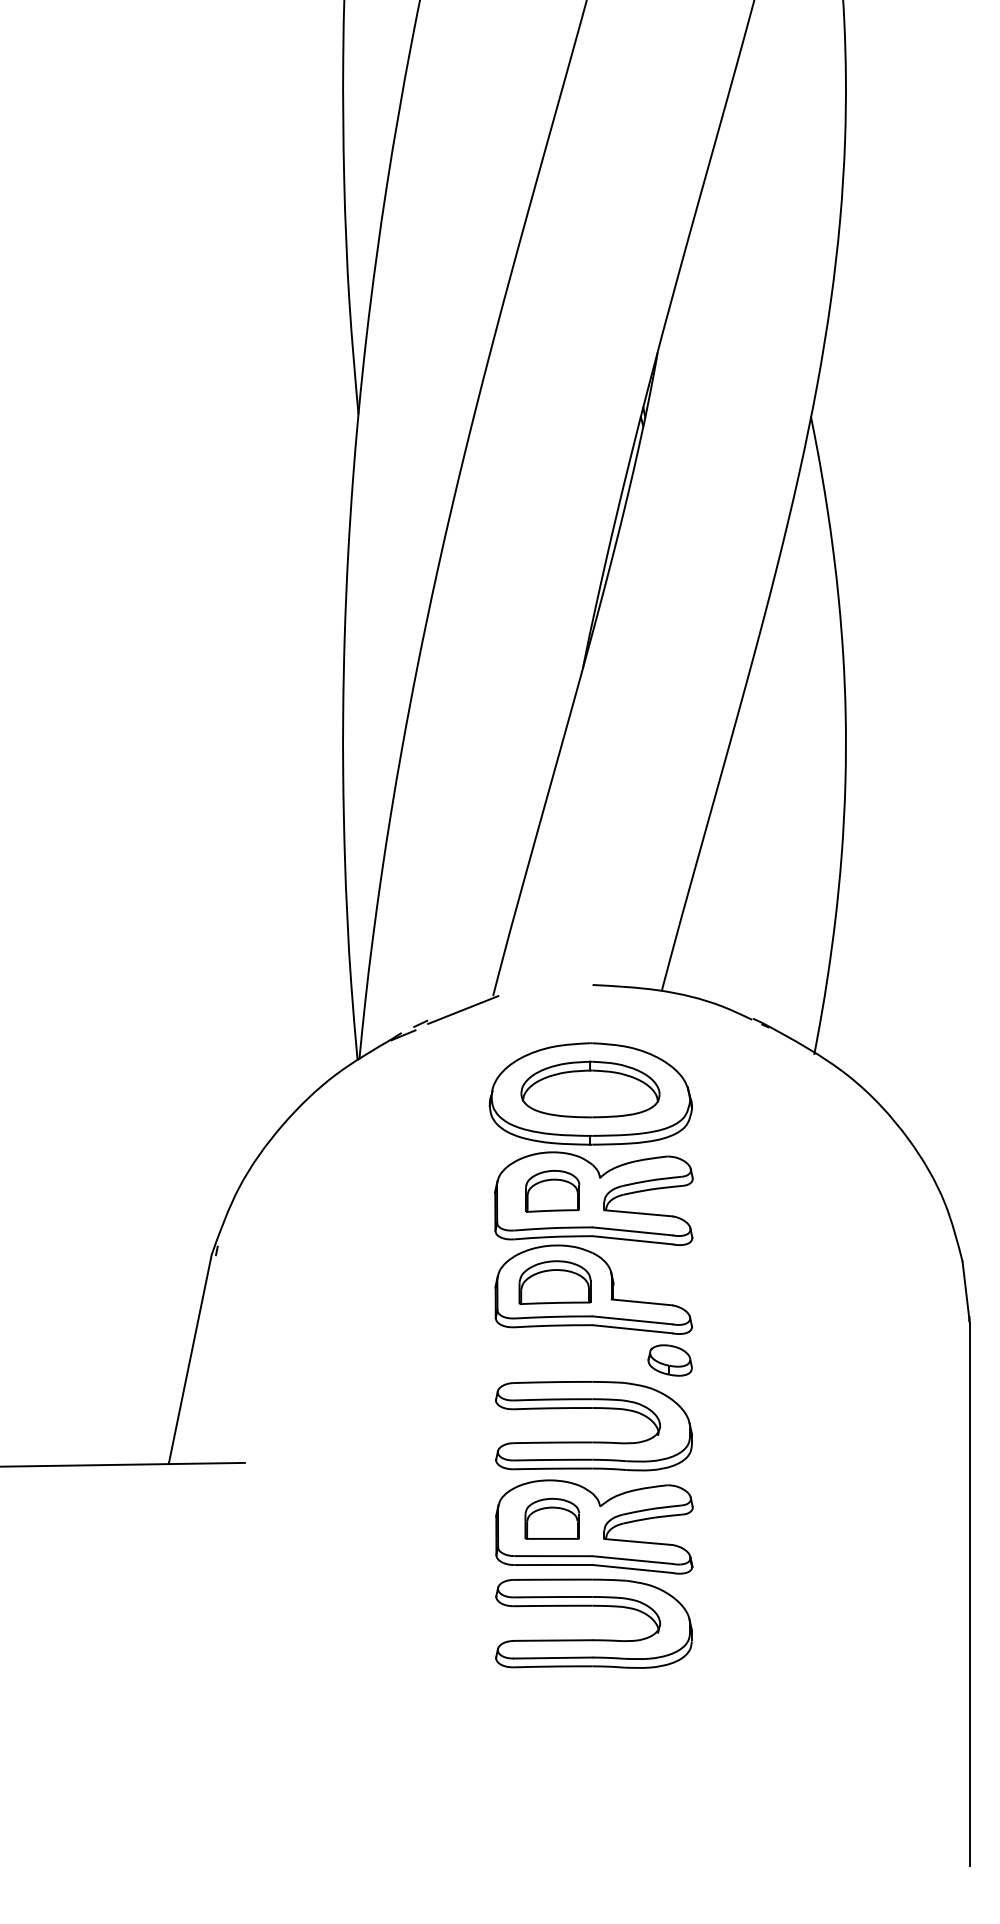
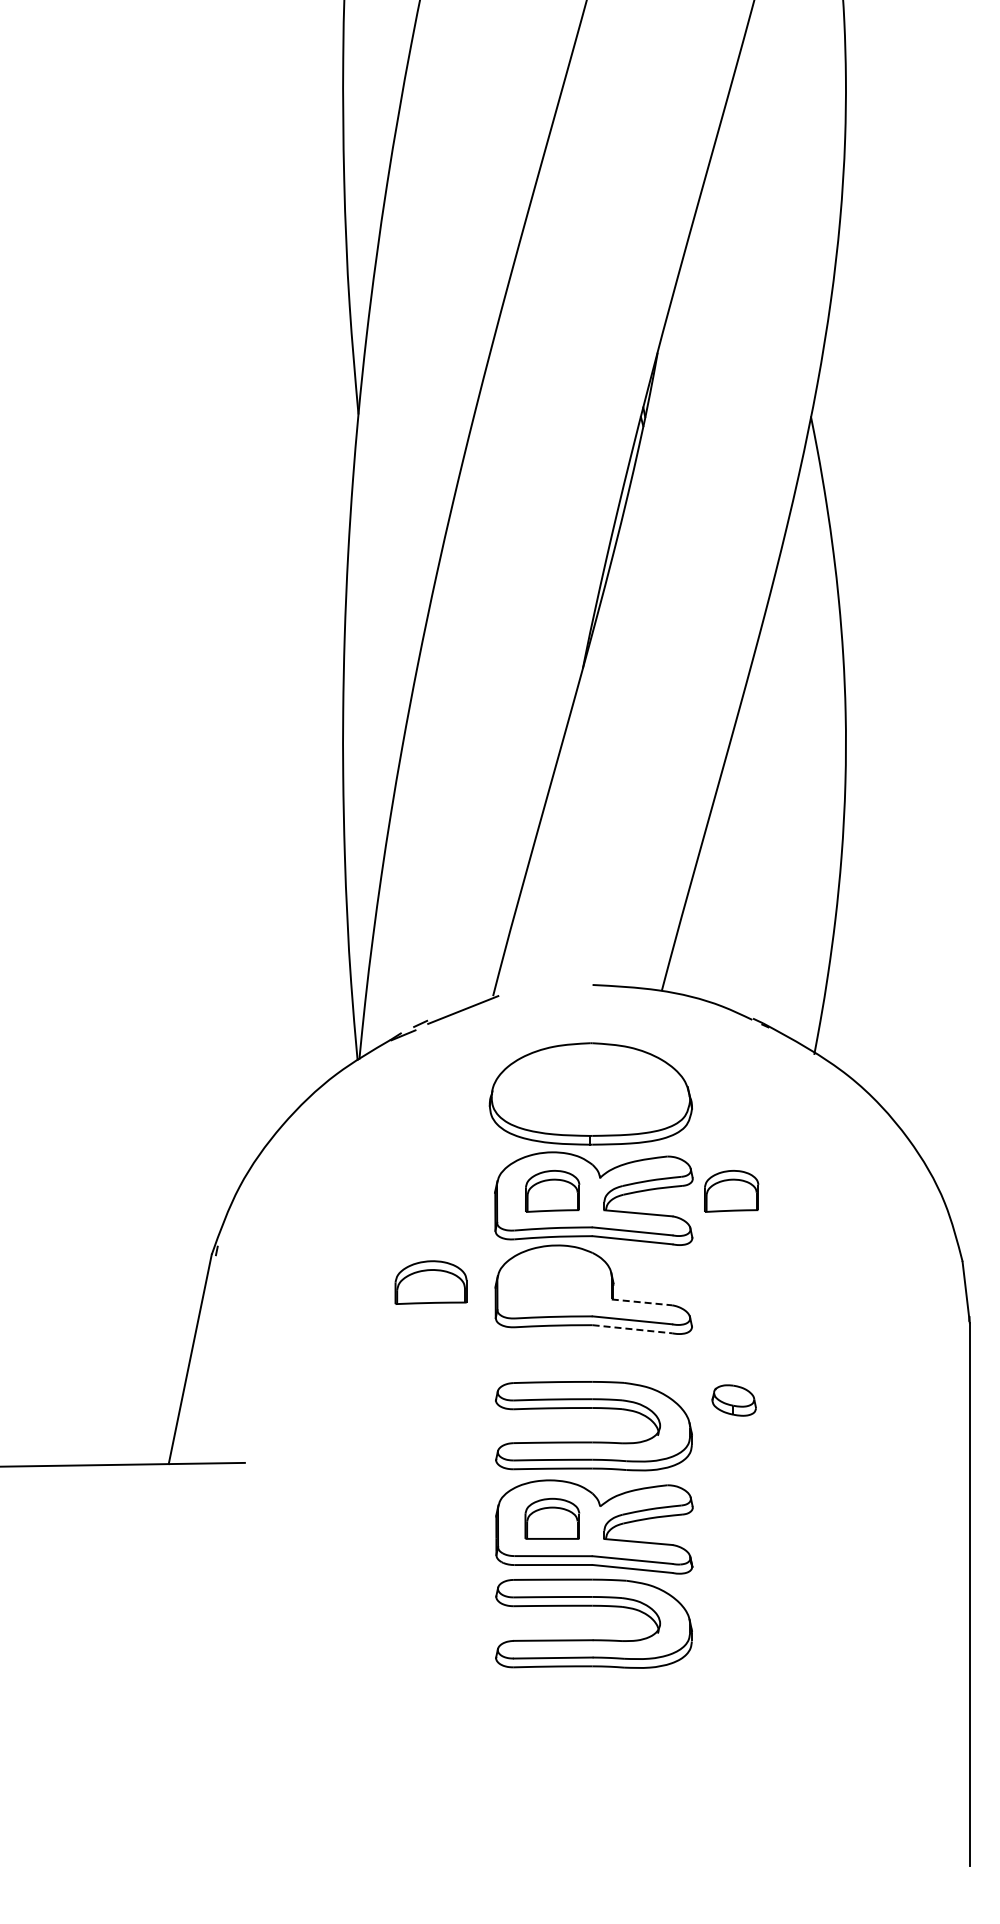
part at (590, 1089): present -> none
part at (731, 1191): none -> present
part at (554, 1282) position: (554, 1282) -> (430, 1282)
line at (642, 1302): solid -> dashed
line at (632, 1329): solid -> dashed
part at (669, 1360) position: (669, 1360) -> (733, 1400)
